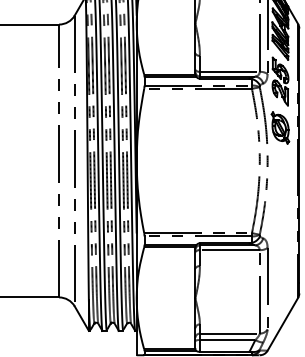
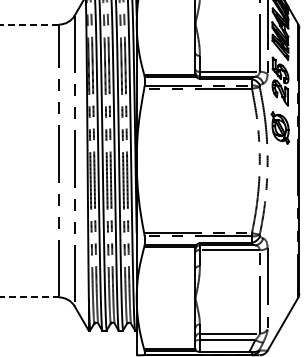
line at (29, 24): solid -> dashed
line at (30, 297): solid -> dashed
